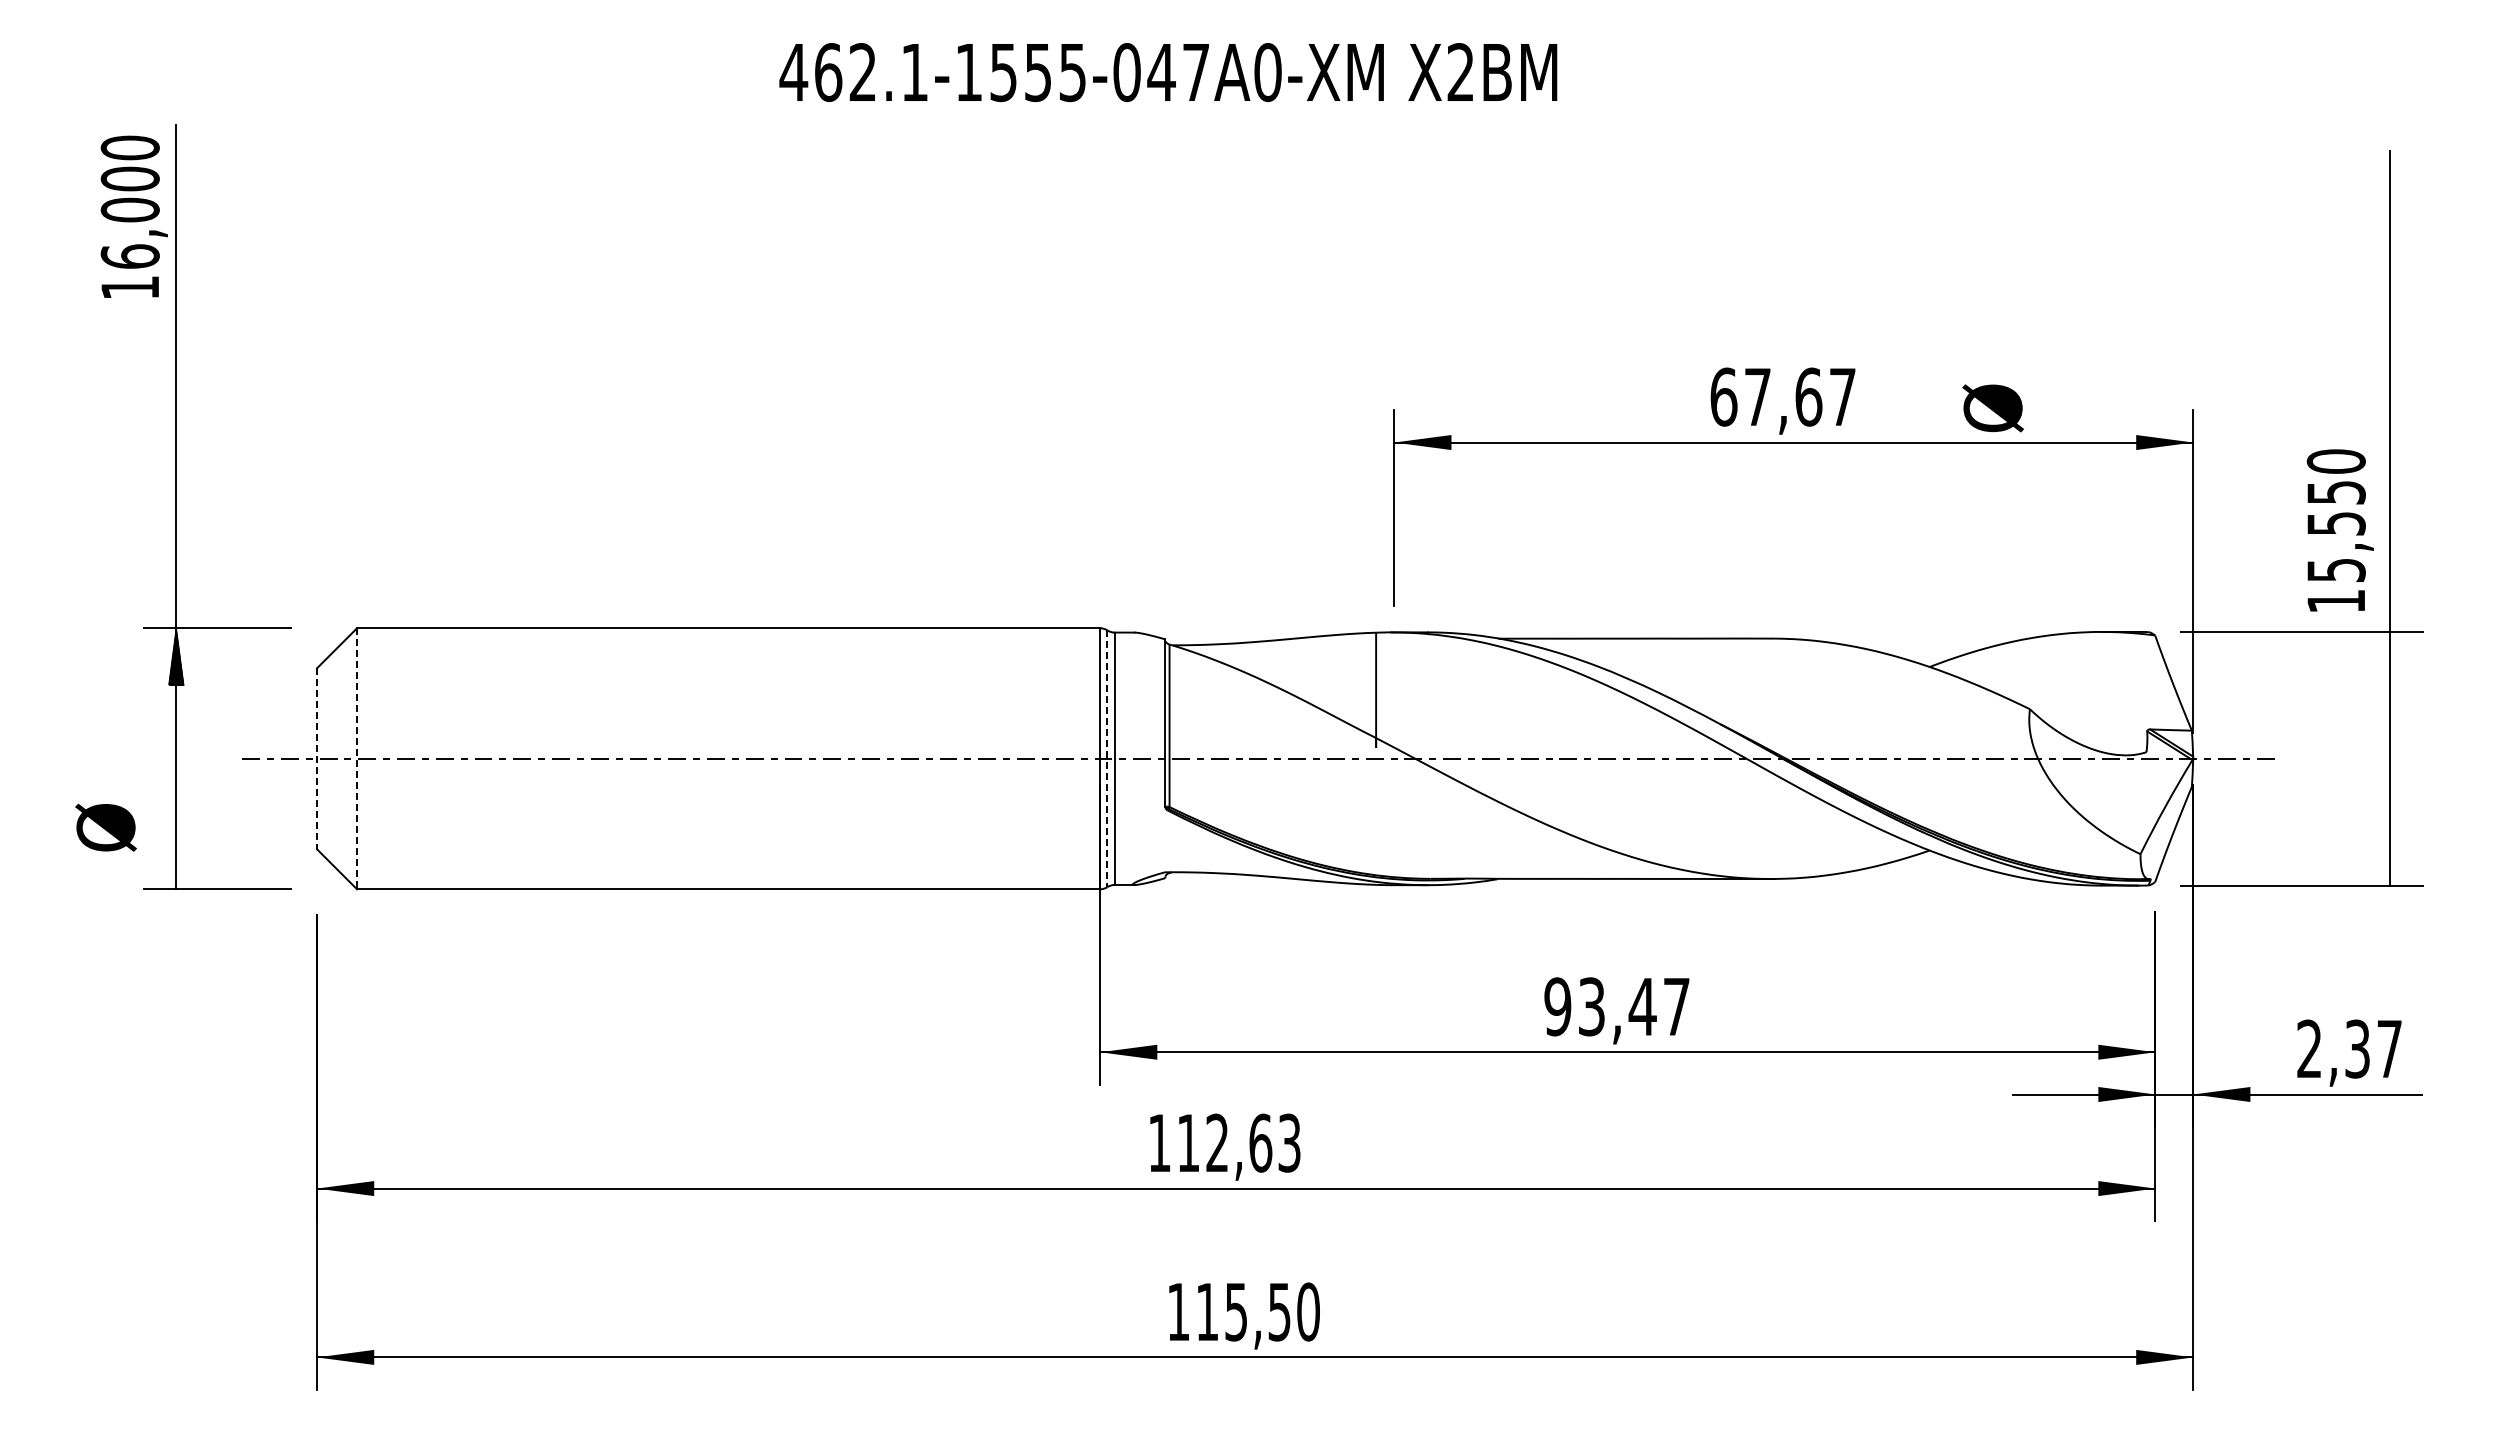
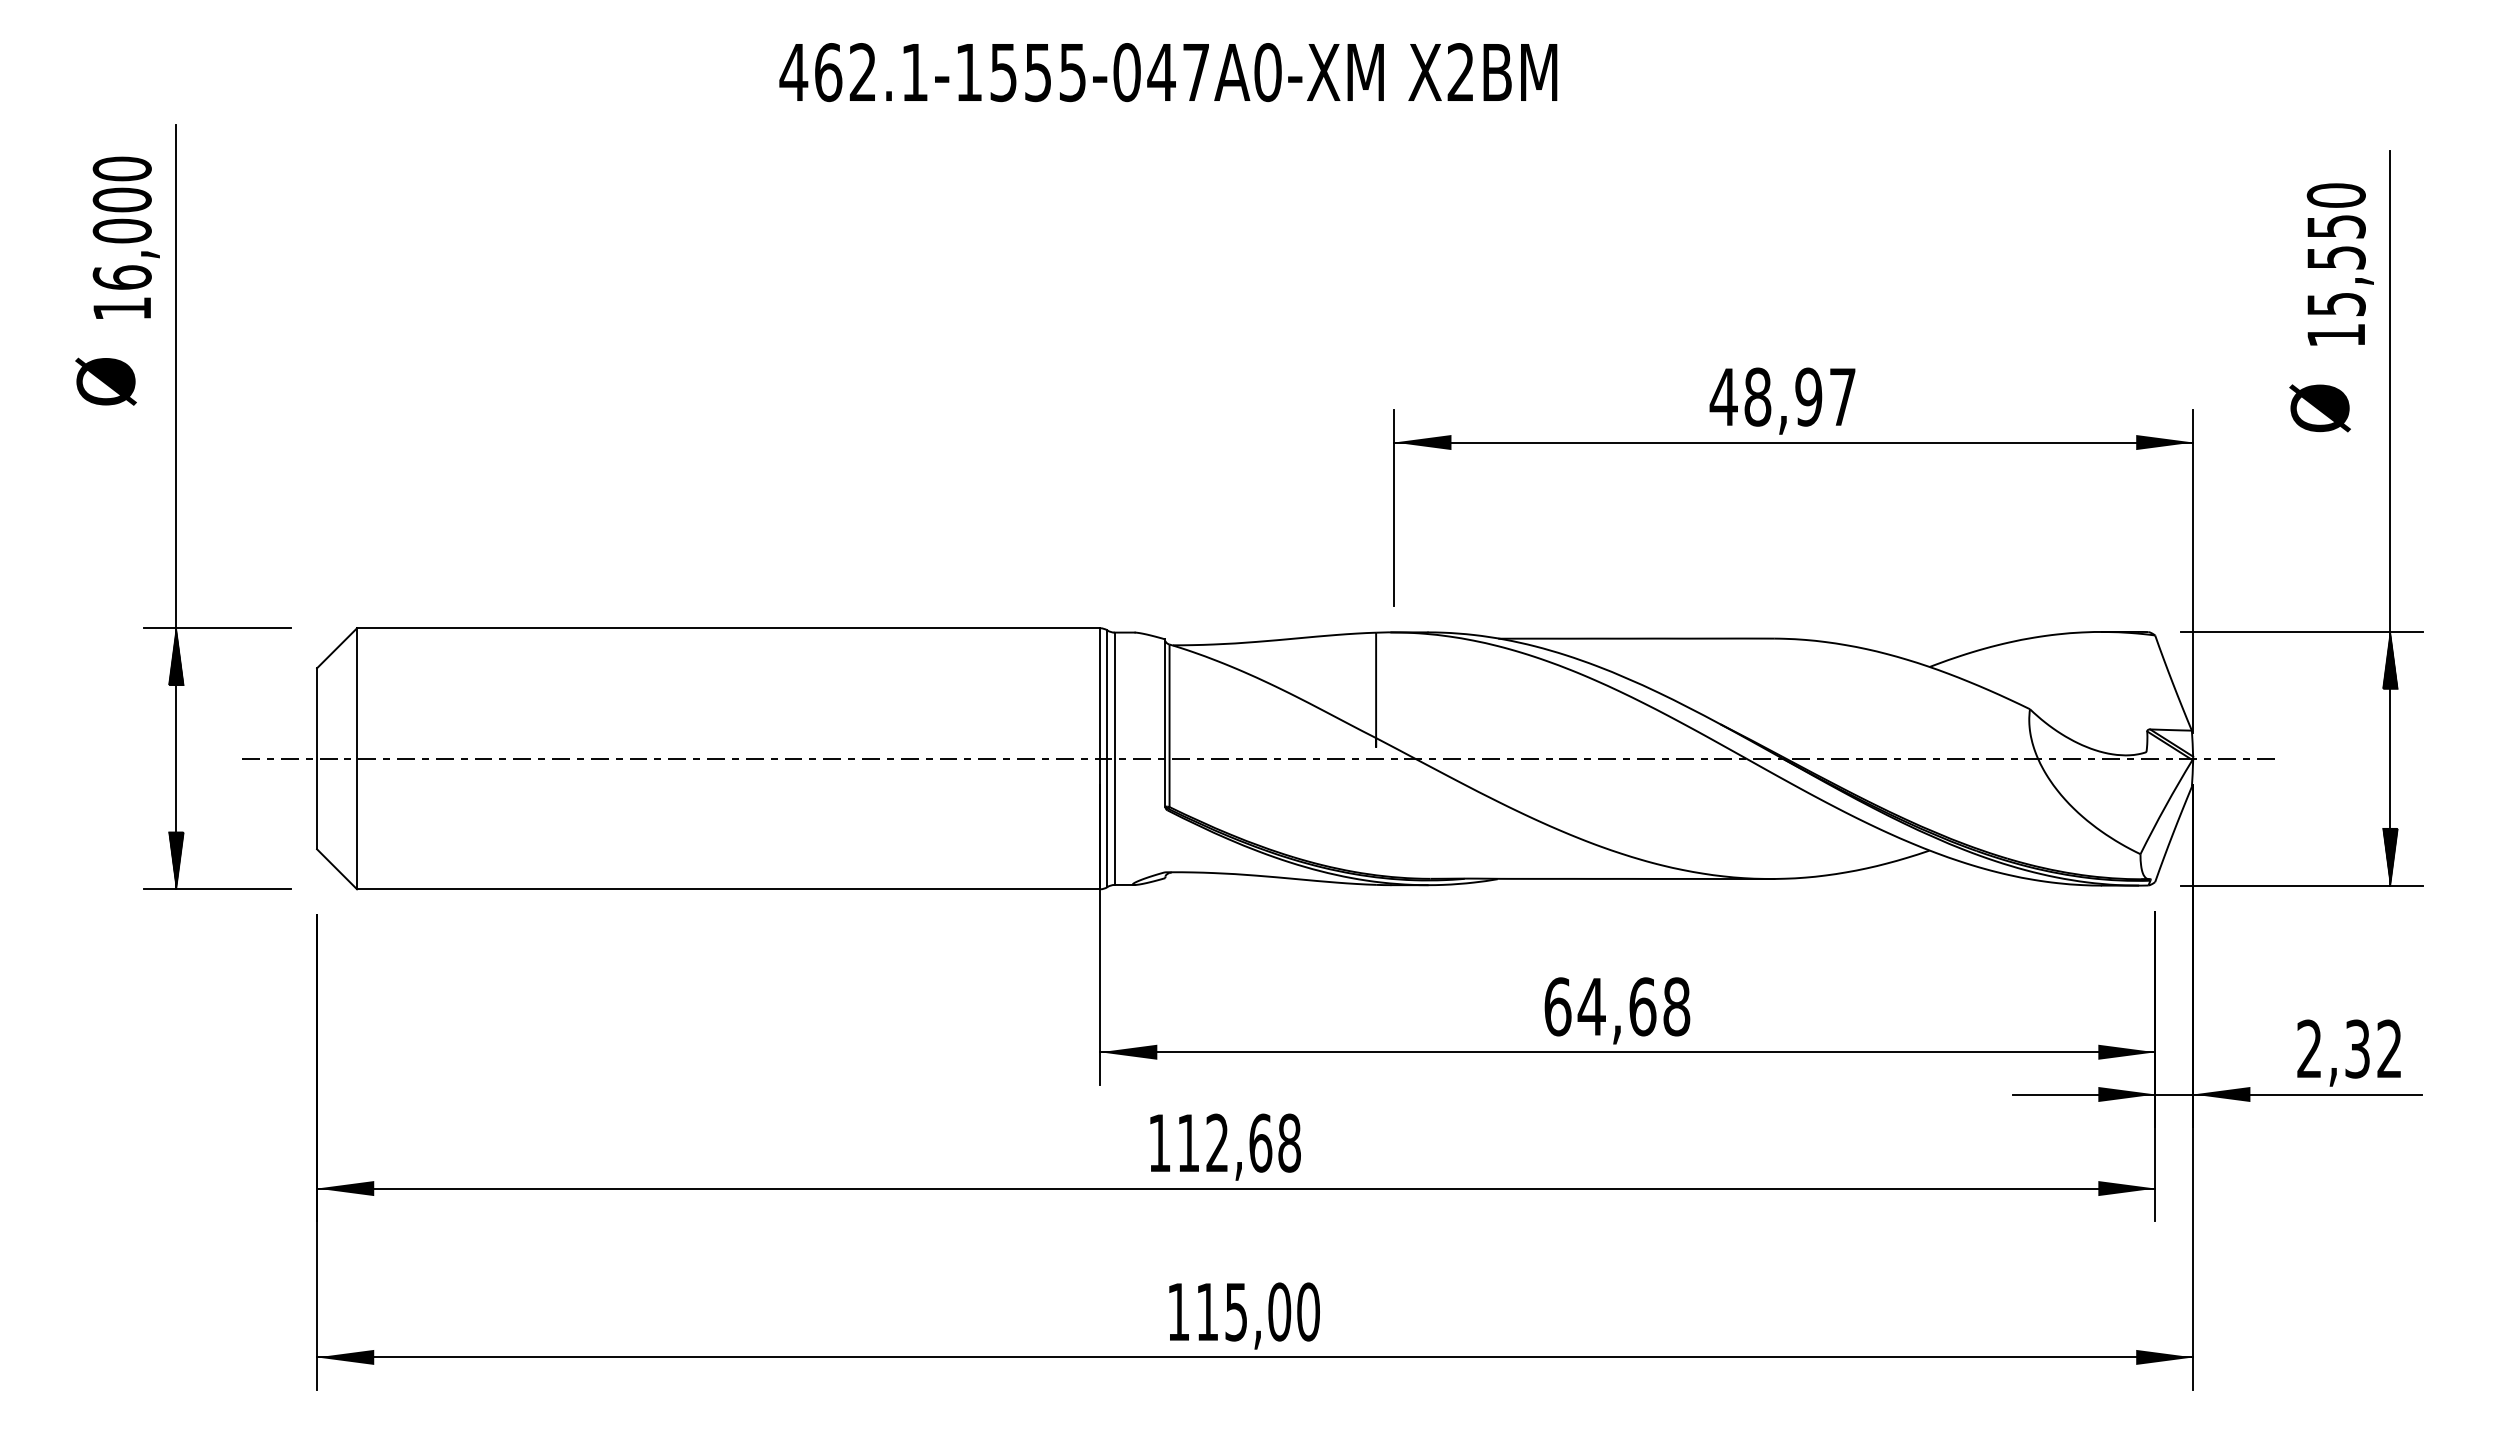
text at (133, 216) position: (133, 216) -> (125, 237)
text at (1765, 396): 67,67 -> 48,97
text at (1992, 408) position: (1992, 408) -> (2319, 408)
text at (2339, 530) position: (2339, 530) -> (2339, 264)
hatch at (2389, 660): none -> present
line at (317, 758): dashed -> solid
line at (357, 758): dashed -> solid
line at (1107, 759): dashed -> solid
text at (105, 827) position: (105, 827) -> (105, 381)
hatch at (2389, 856): none -> present
hatch at (175, 860): none -> present
text at (1617, 1006): 93,47 -> 64,68
text at (2389, 1048): 2,37 -> 2,32
text at (1289, 1142): 112,63 -> 112,68
text at (1279, 1311): 115,50 -> 115,00
